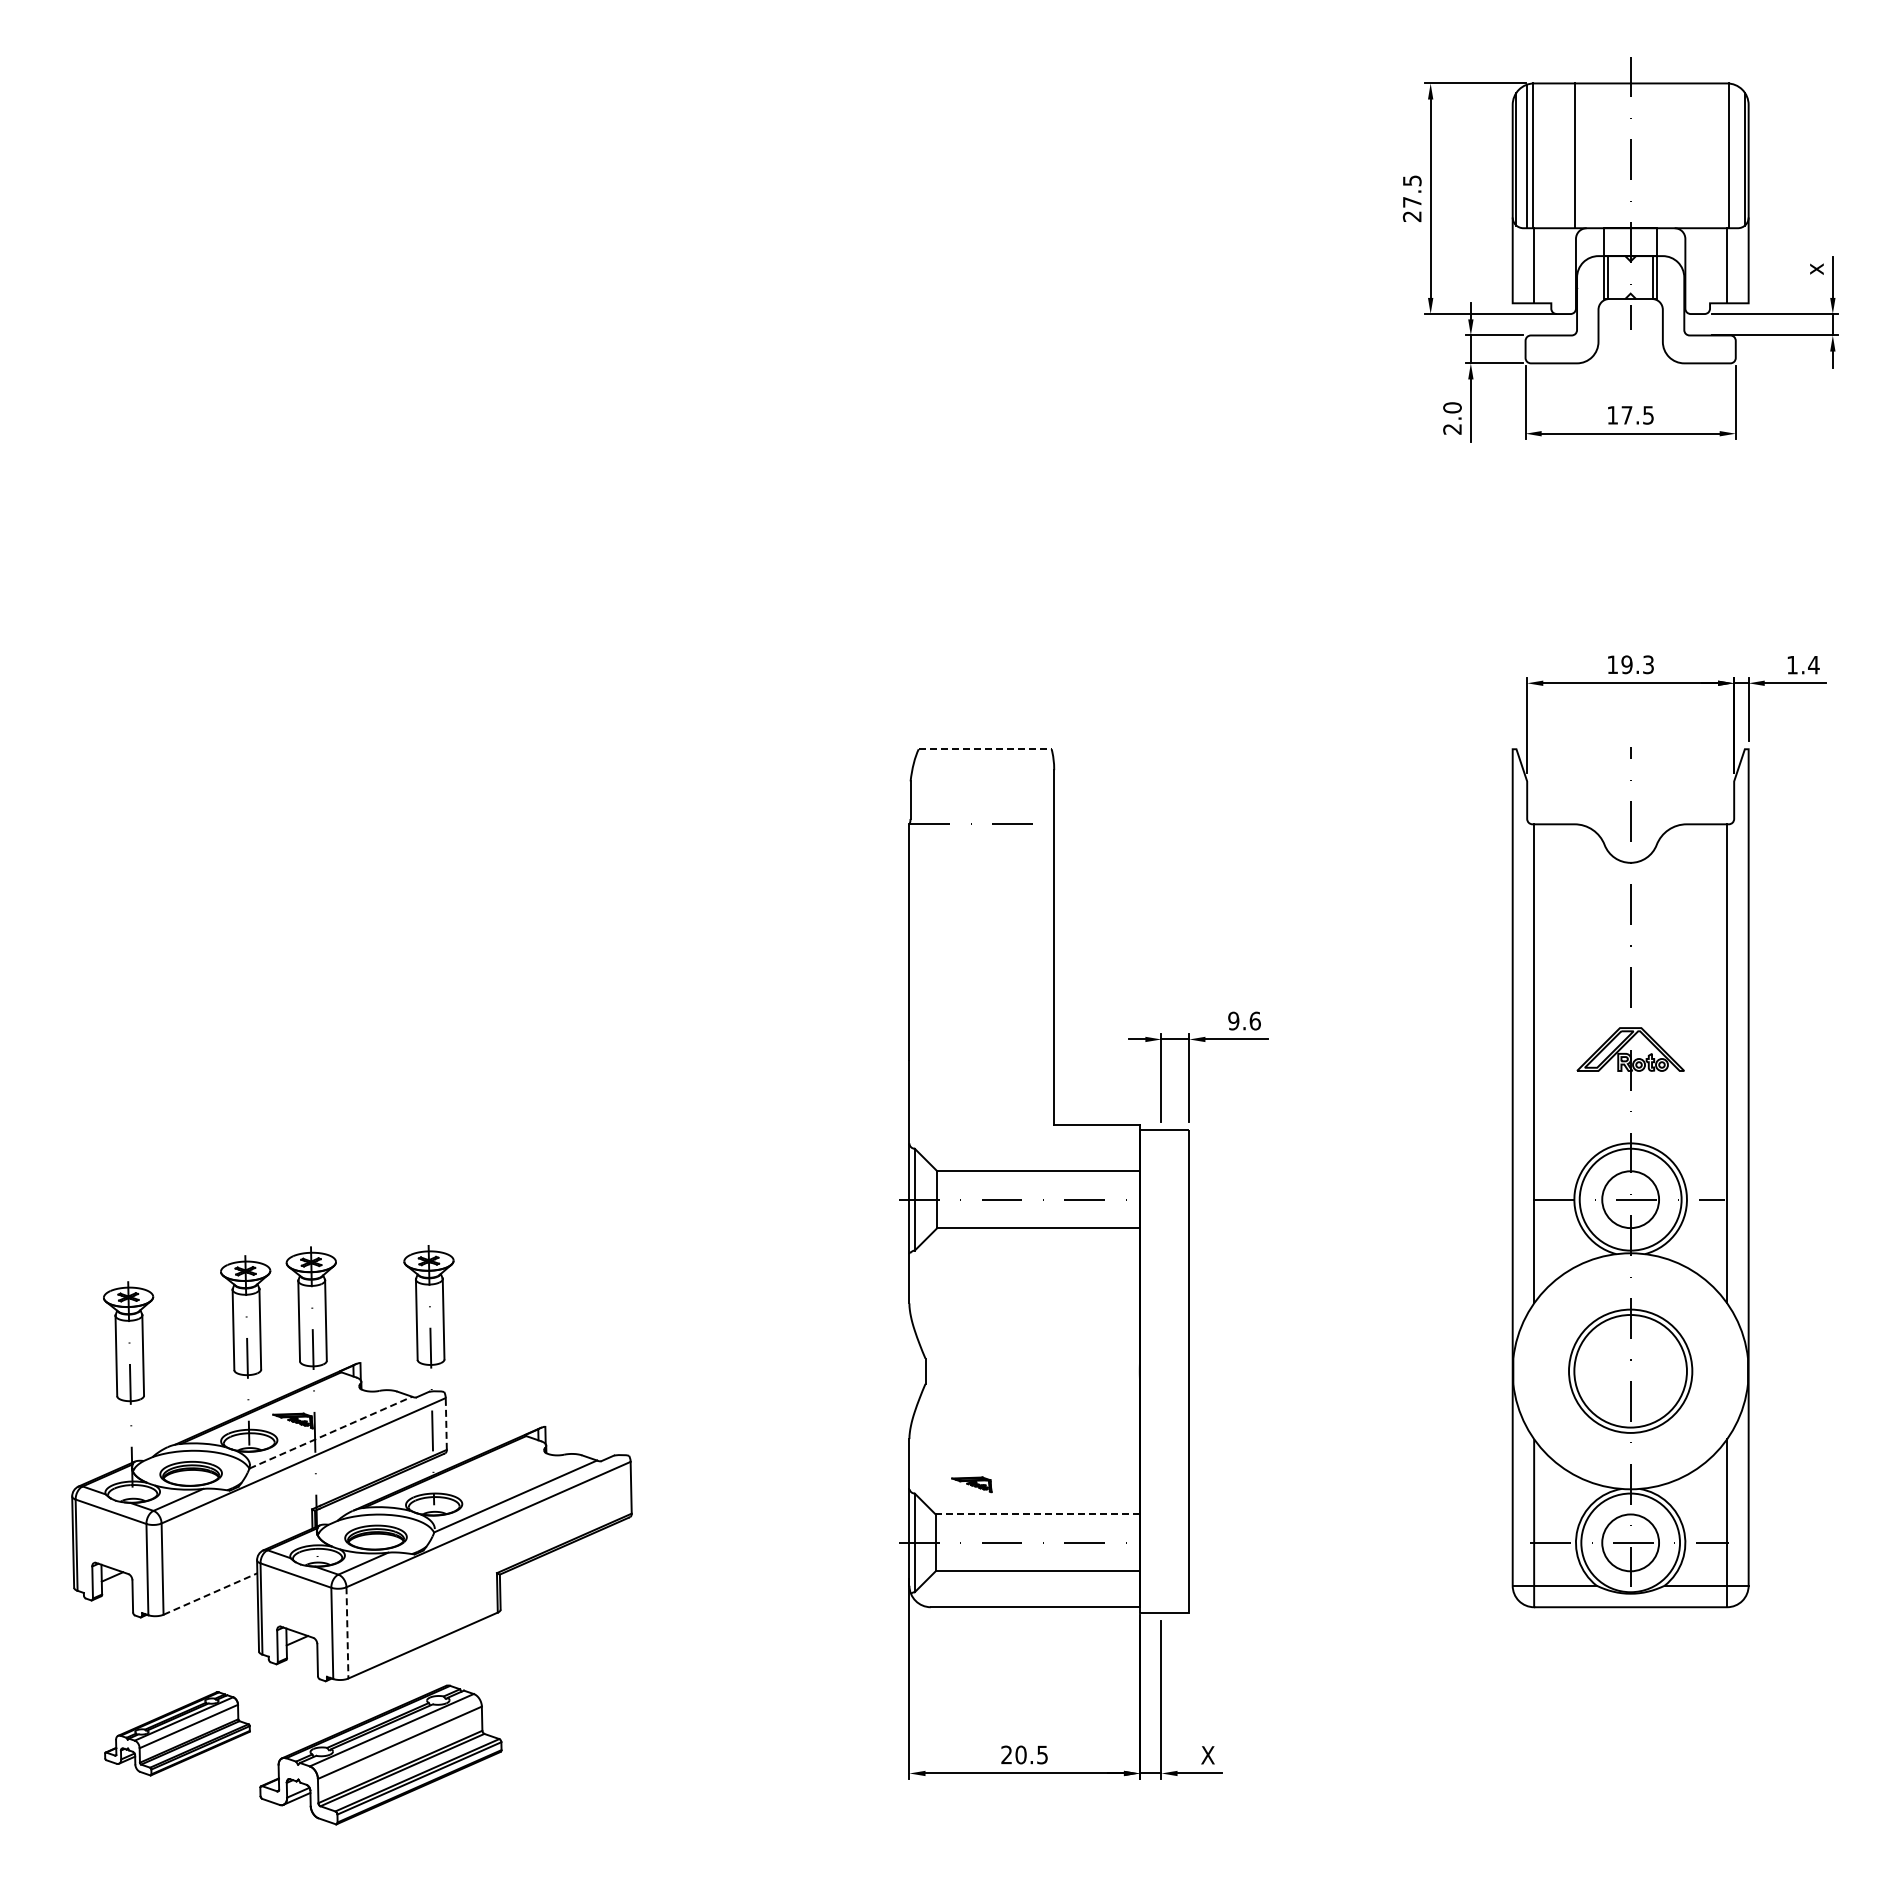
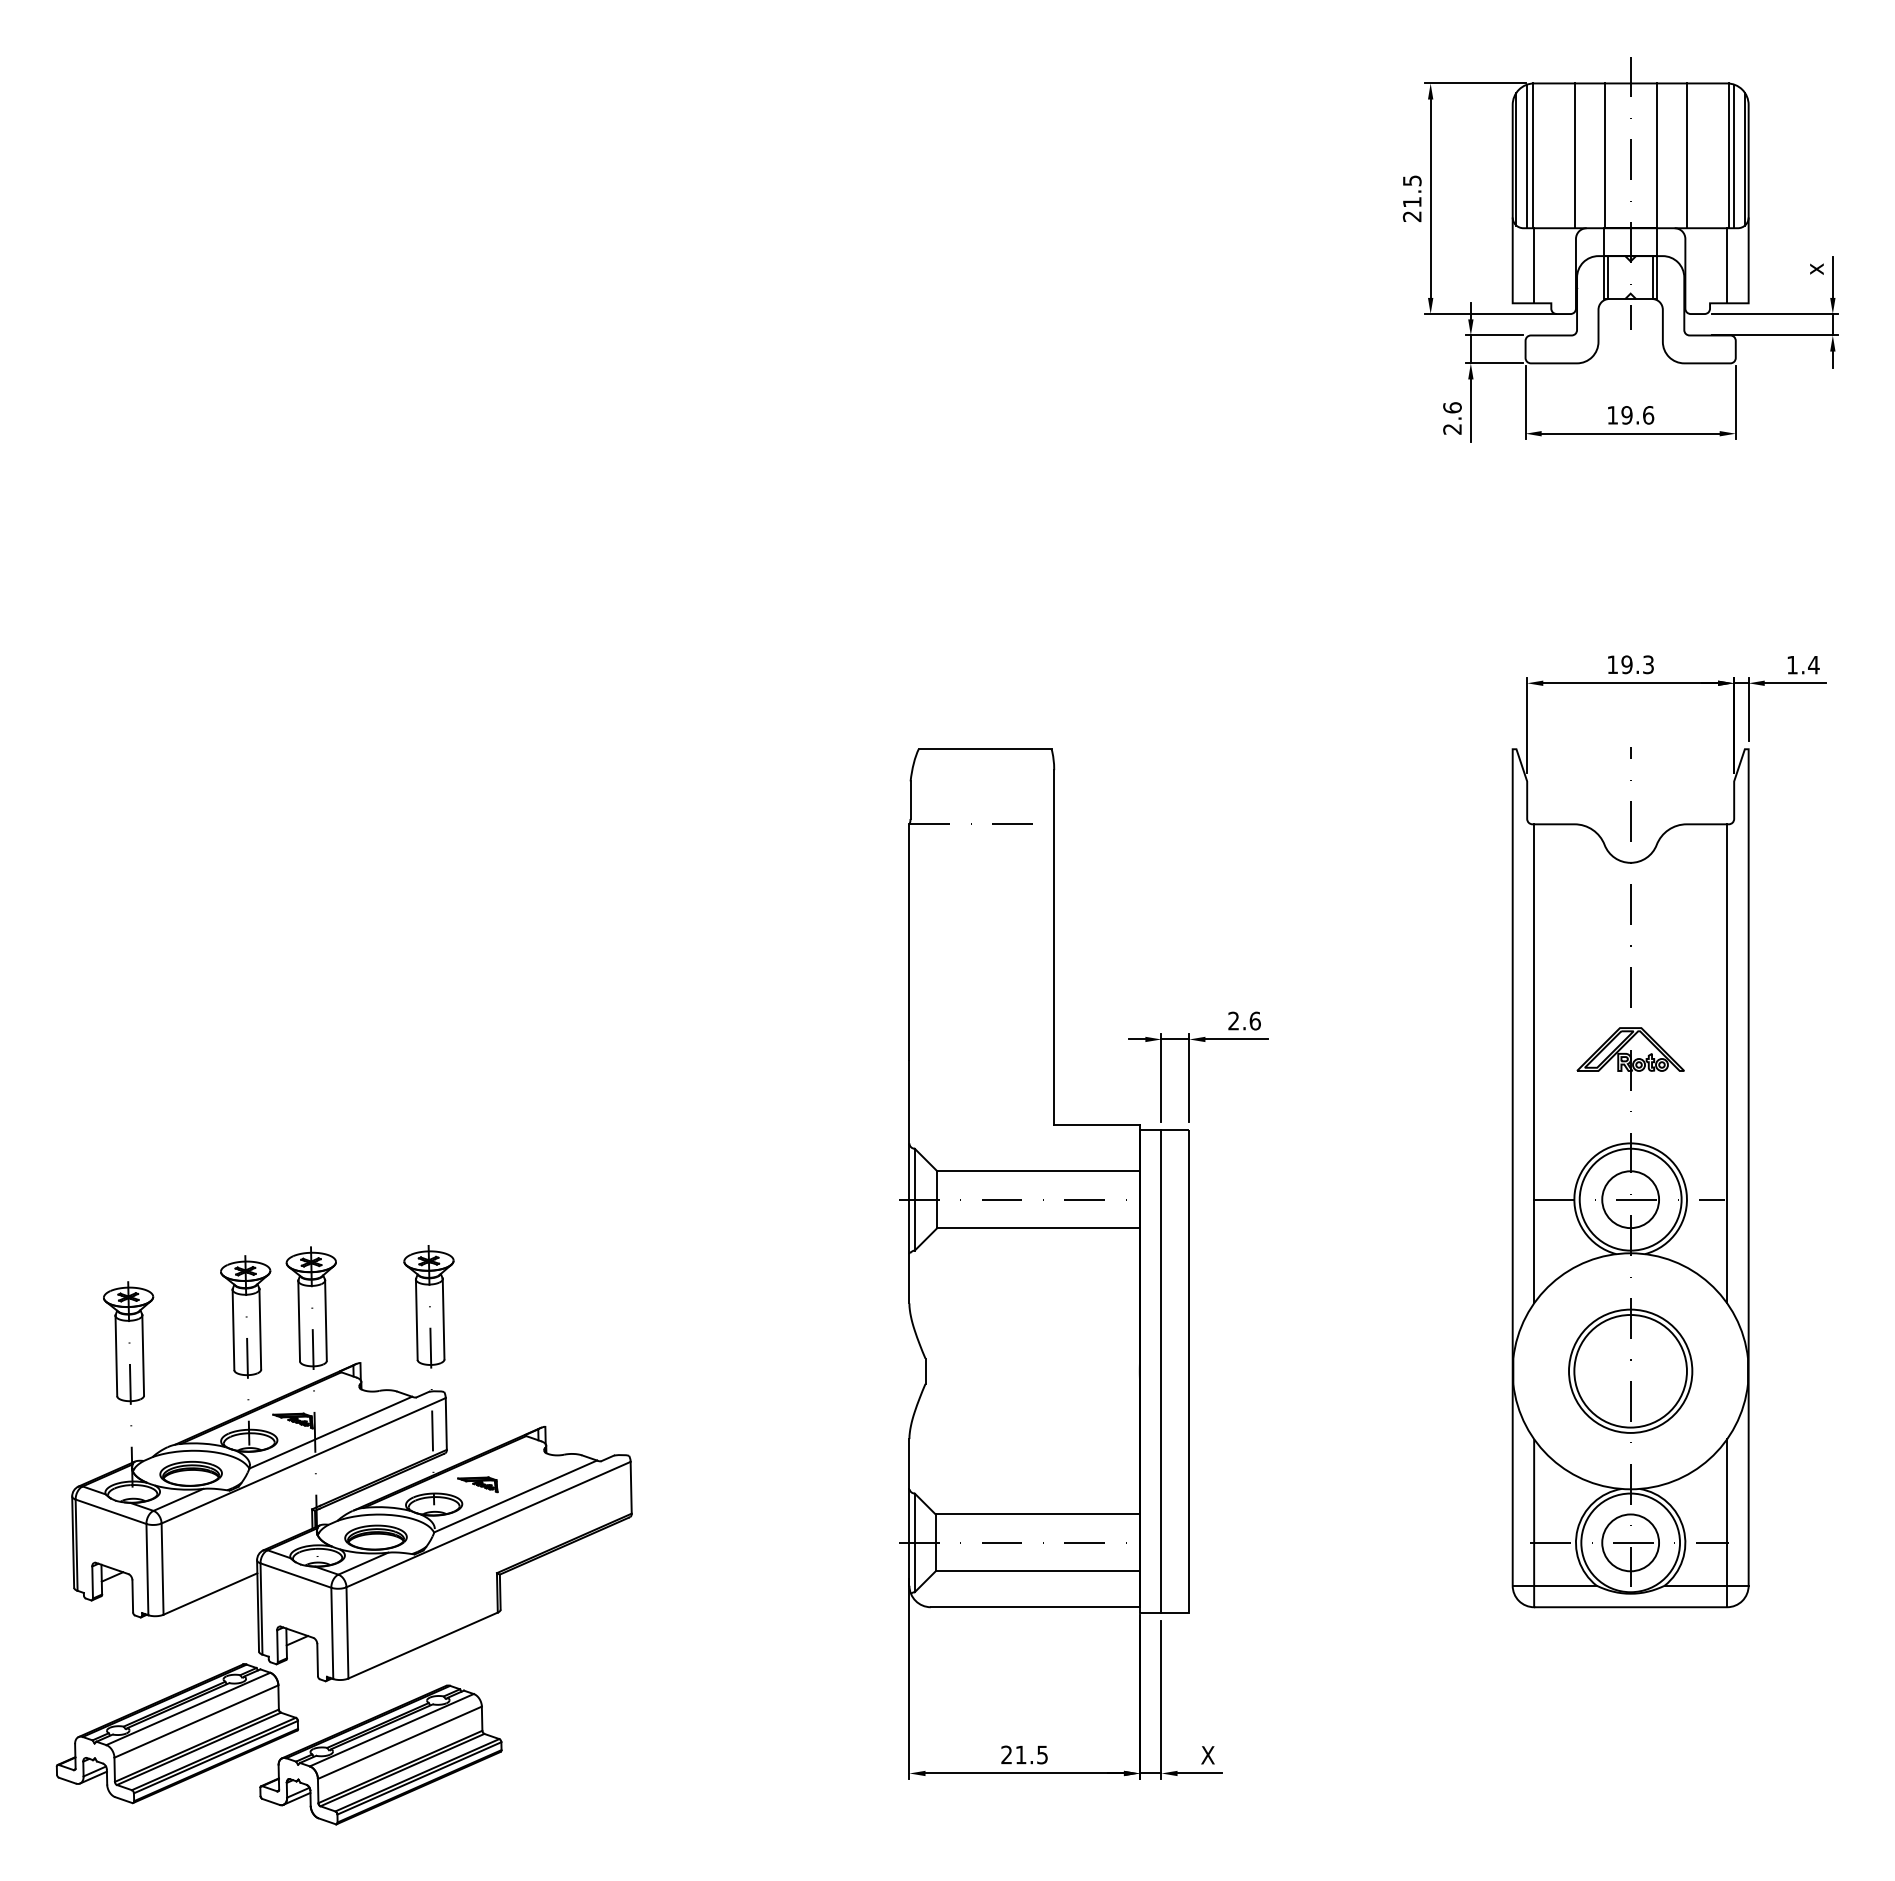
line at (1604, 155): none -> present
line at (1656, 155): none -> present
line at (1686, 155): none -> present
line at (1734, 156): none -> present
text at (1412, 202): 27.5 -> 21.5
text at (1452, 407): 2.0 -> 2.6
text at (1637, 415): 17.5 -> 19.6
line at (985, 749): dashed -> solid
text at (1233, 1020): 9.6 -> 2.6
line at (1161, 1370): none -> present
line at (446, 1423): dashed -> solid
line at (330, 1432): dashed -> solid
part at (971, 1484) position: (971, 1484) -> (477, 1484)
line at (1037, 1514): dashed -> solid
line at (210, 1593): dashed -> solid
line at (347, 1632): dashed -> solid
part at (177, 1733) size: 147x86 px -> 245x142 px
text at (1020, 1754): 20.5 -> 21.5
